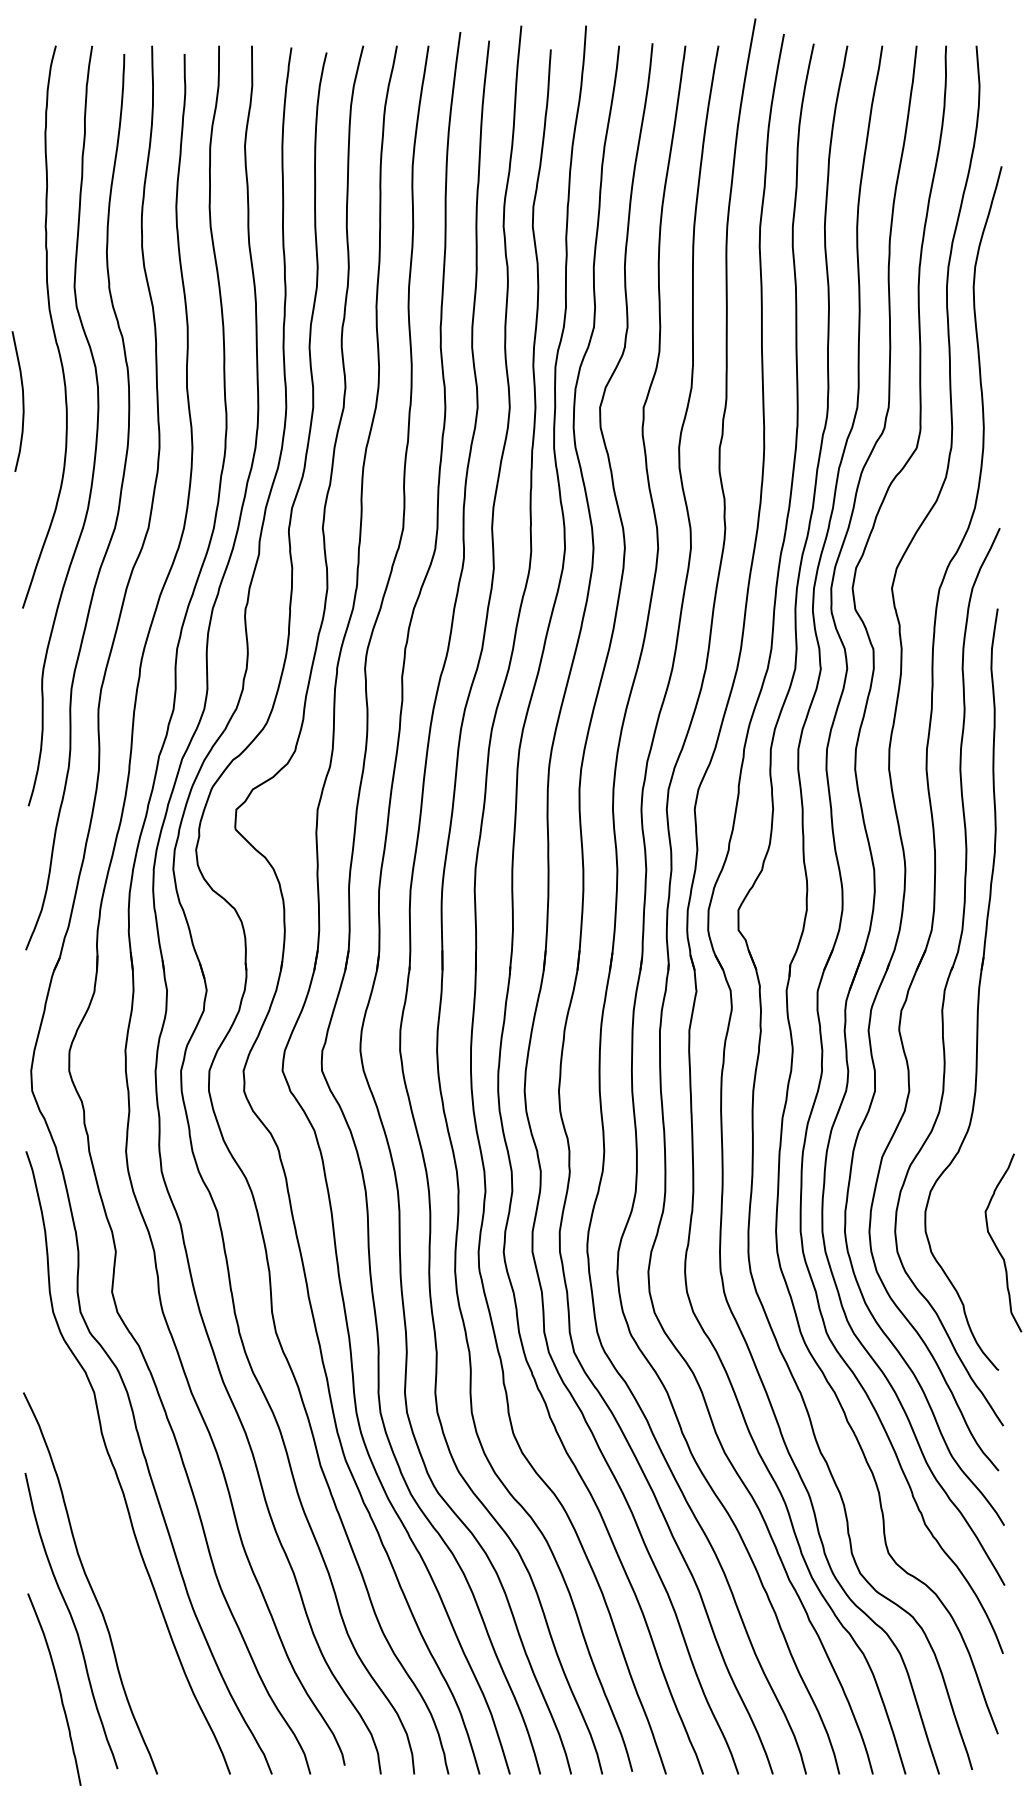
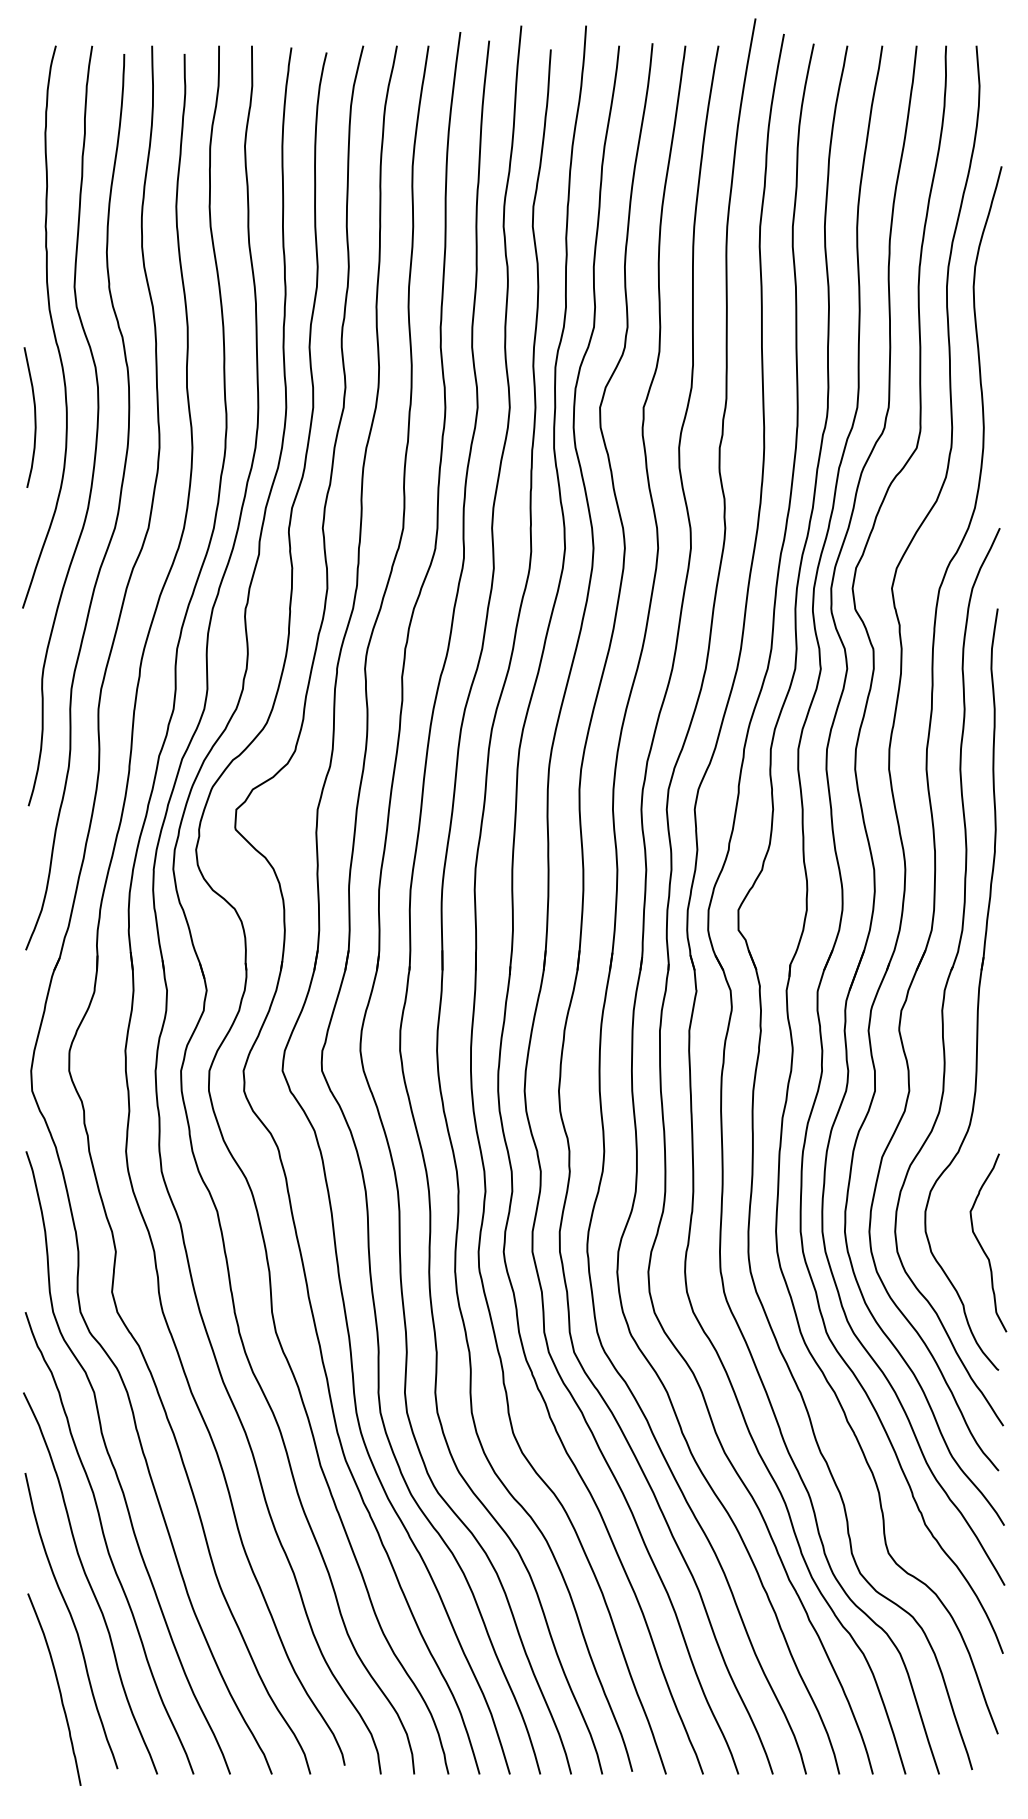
curve at (22, 401) position: (22, 401) -> (34, 417)
curve at (997, 1246) position: (997, 1246) -> (982, 1246)
curve at (107, 1544): none -> present
